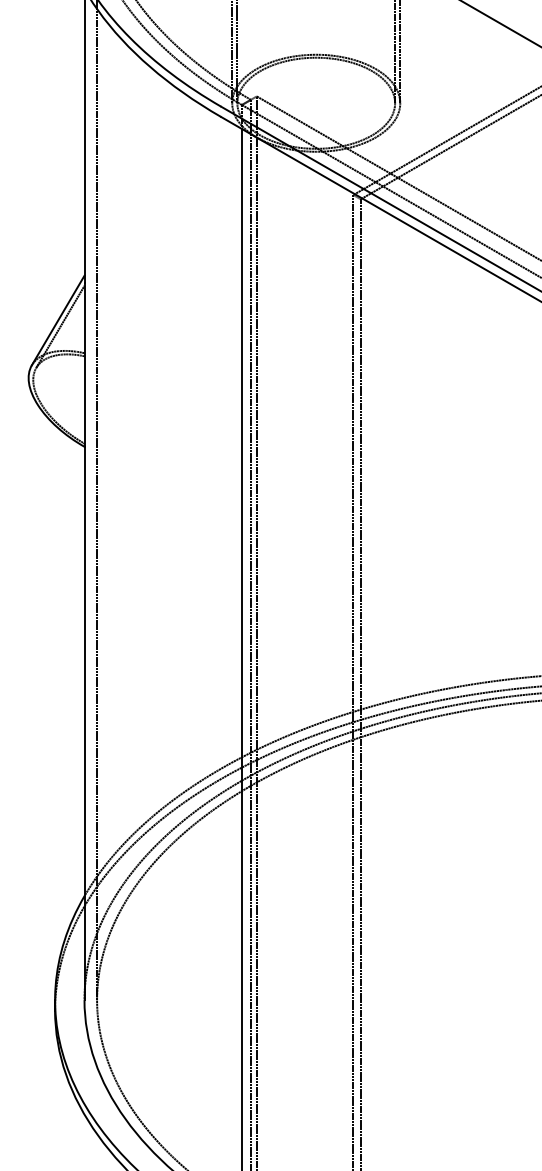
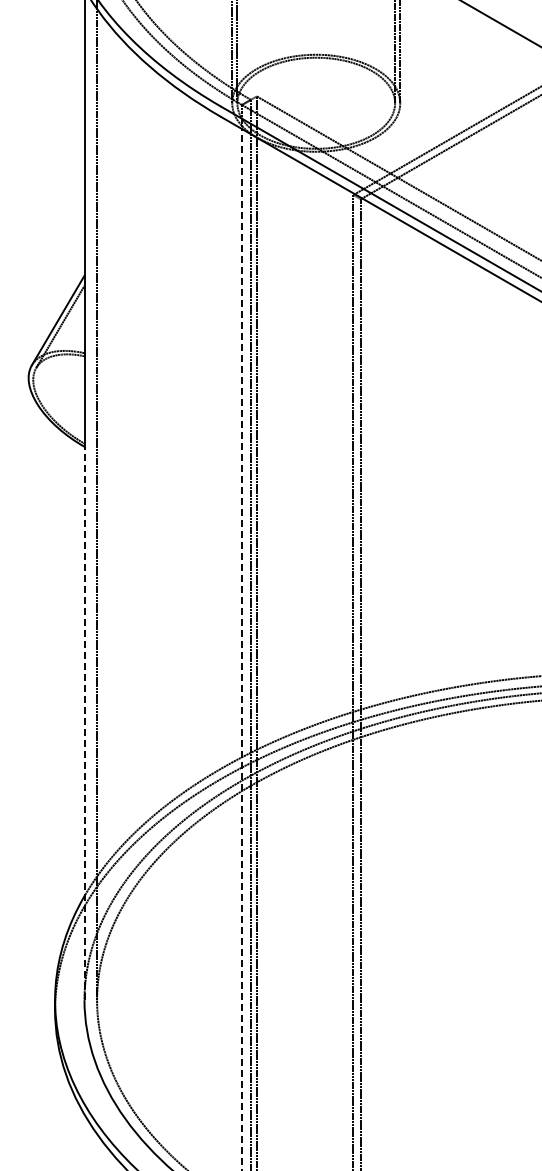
line at (241, 649): solid -> dashed
line at (84, 723): solid -> dashed
